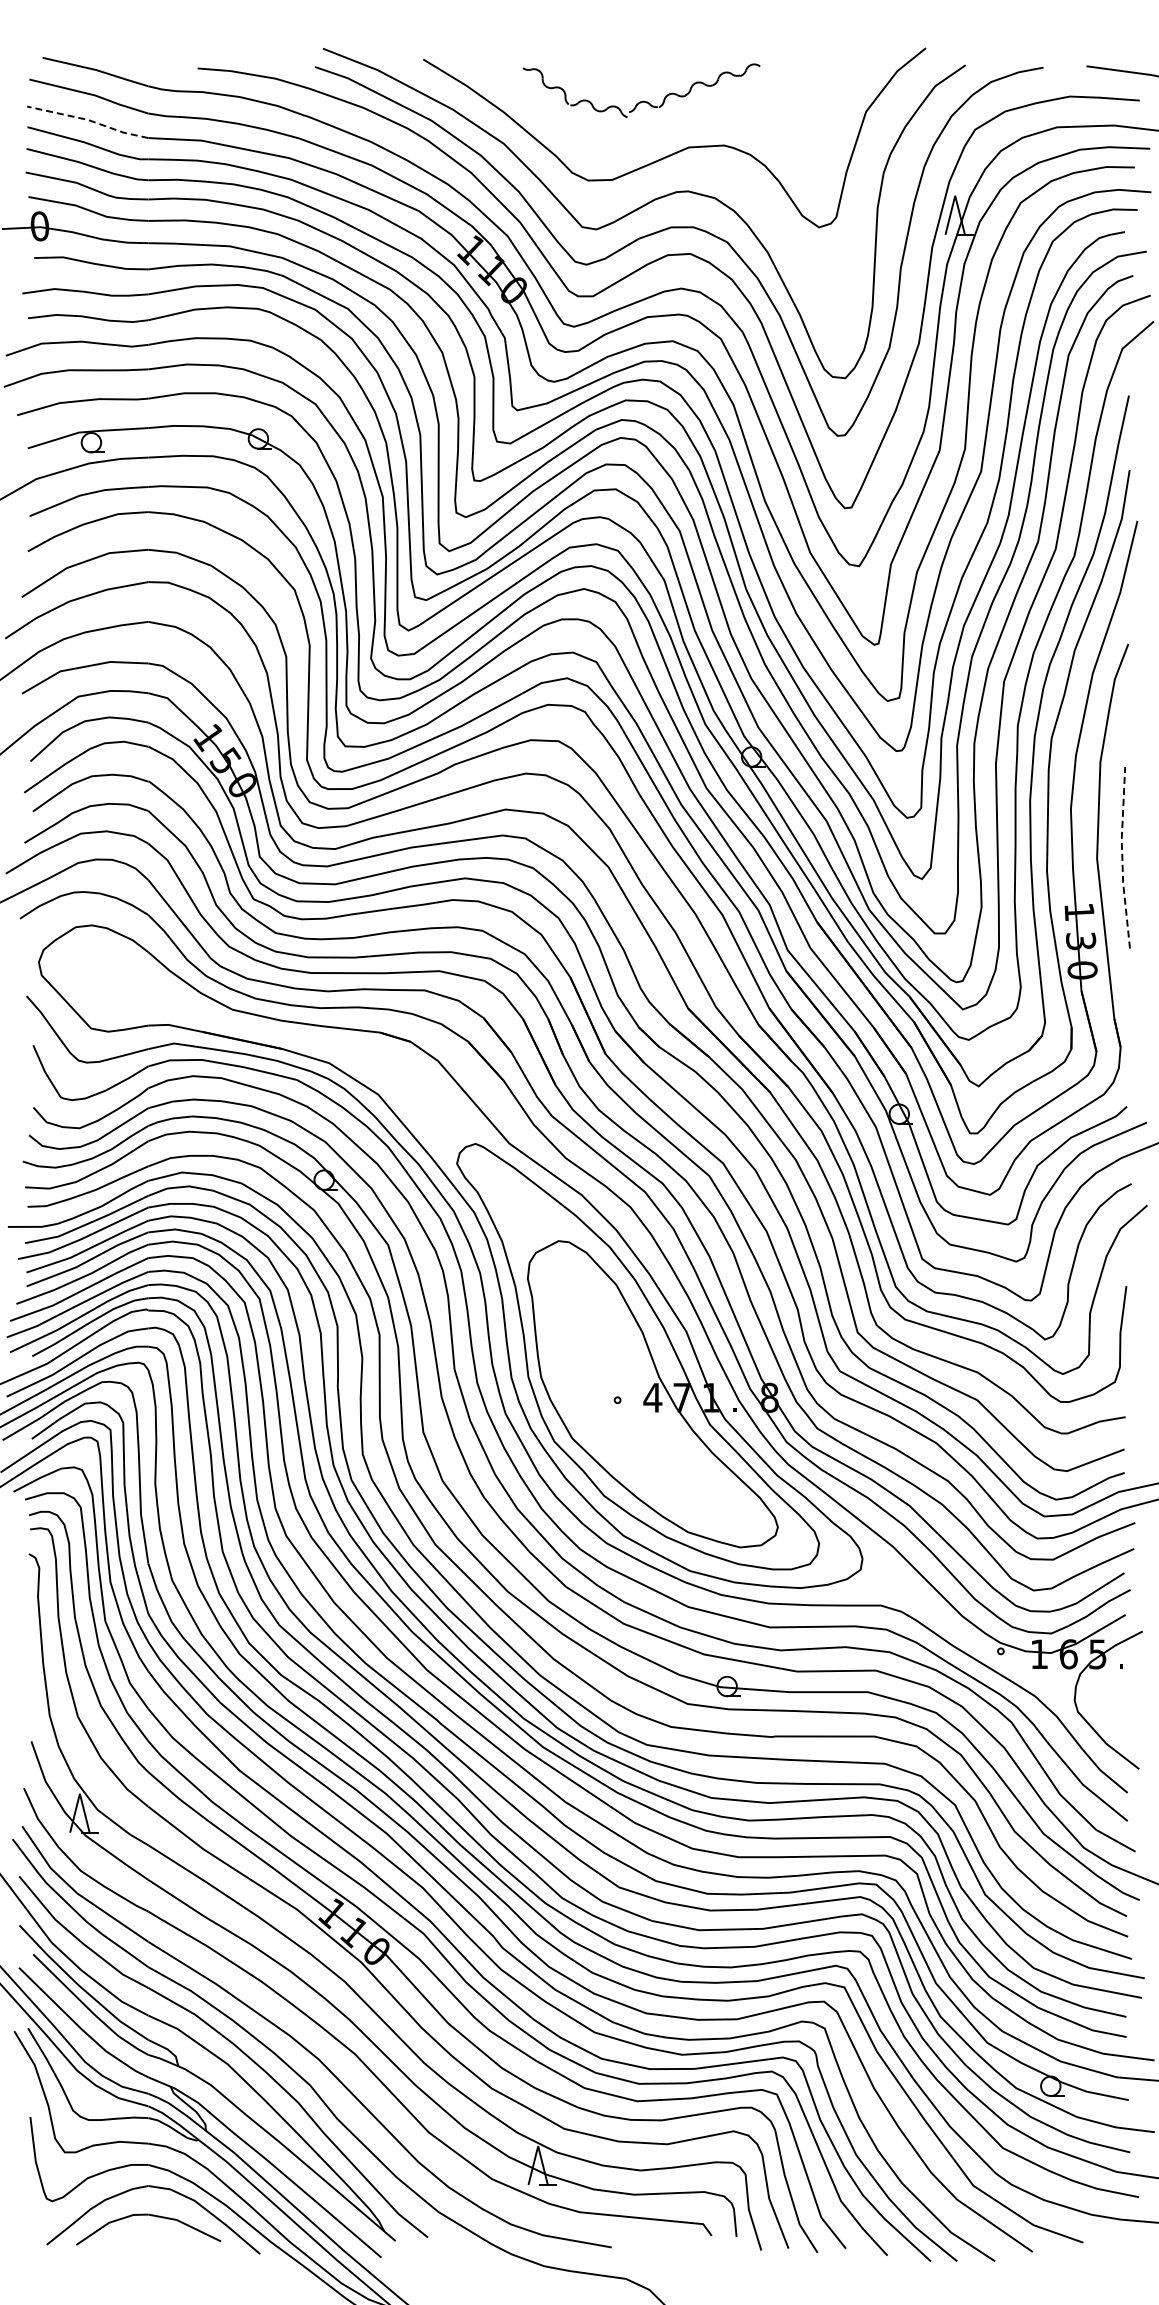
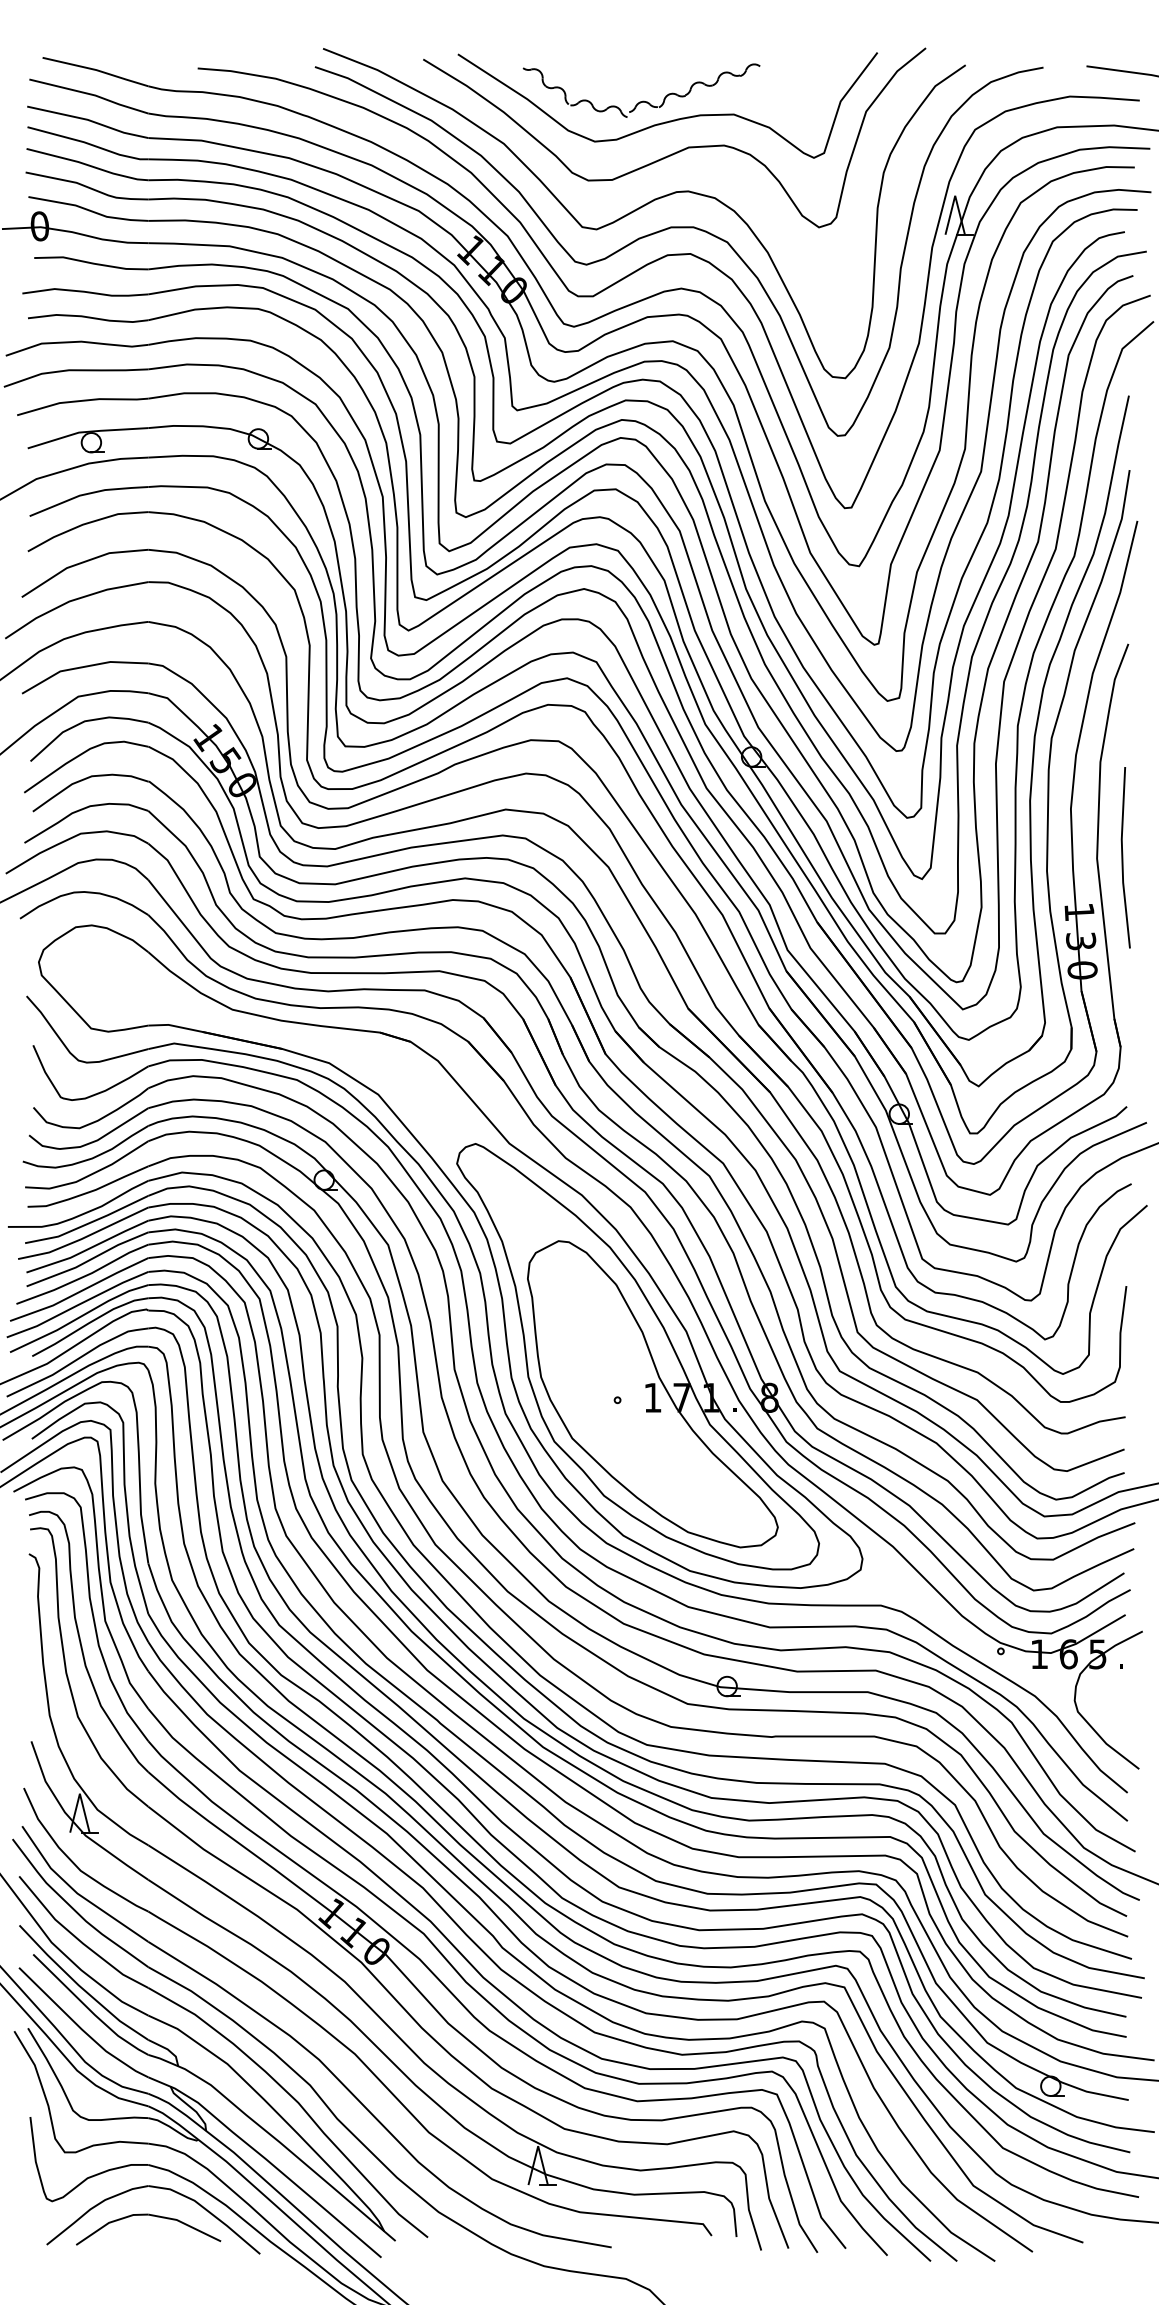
line at (87, 119): dashed -> solid
curve at (669, 120): none -> present
line at (1122, 858): dashed -> solid
text at (652, 1397): 4 -> 1
